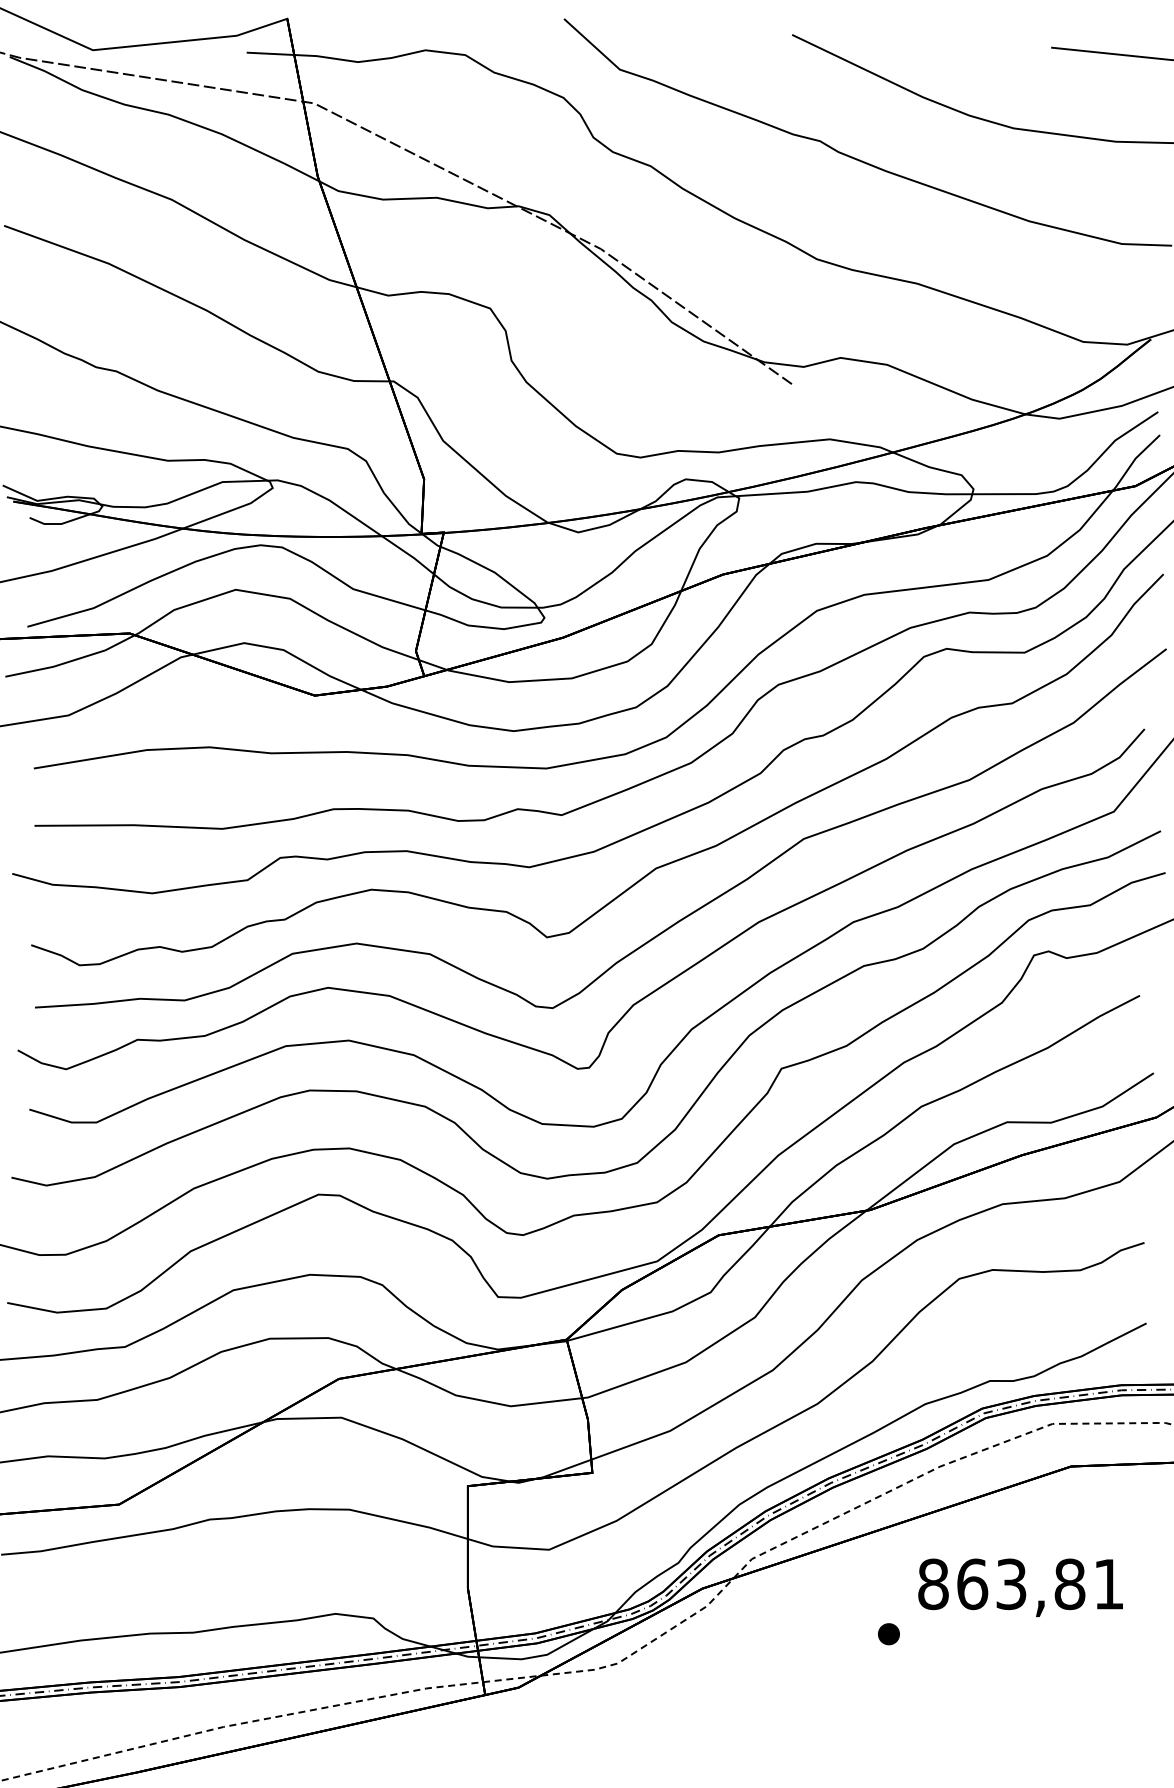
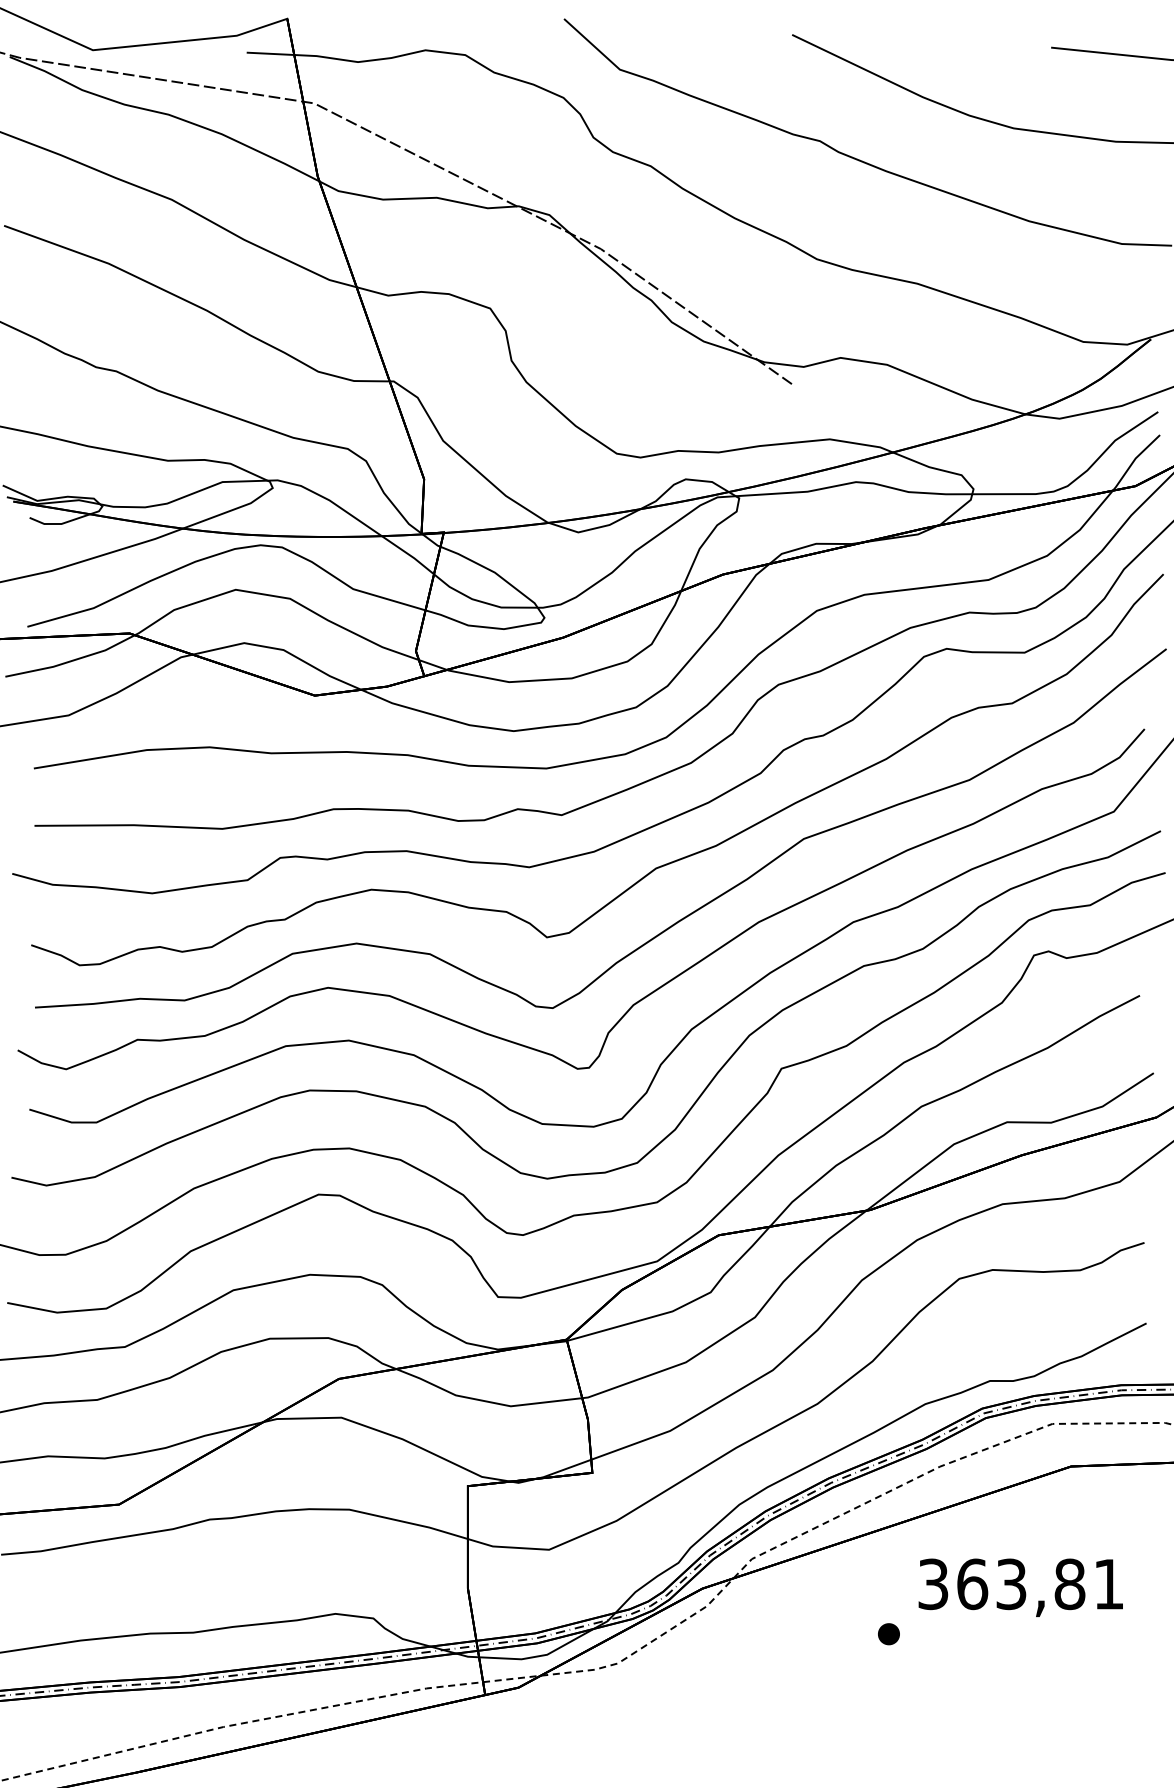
text at (933, 1584): 863,81 -> 363,81
